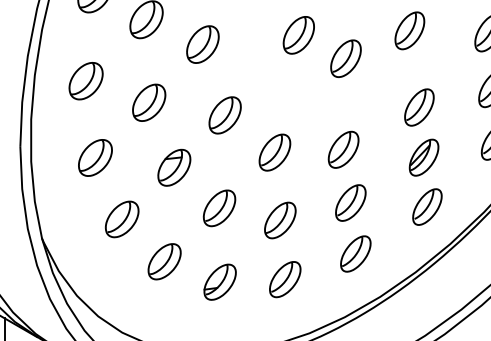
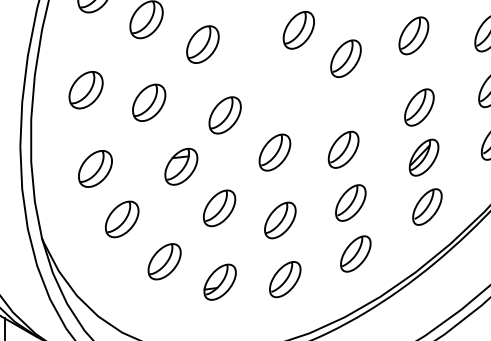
part at (409, 30) position: (409, 30) -> (413, 35)
part at (298, 35) position: (298, 35) -> (298, 30)
part at (85, 81) position: (85, 81) -> (85, 90)
part at (95, 157) position: (95, 157) -> (95, 168)
part at (174, 167) position: (174, 167) -> (181, 166)
